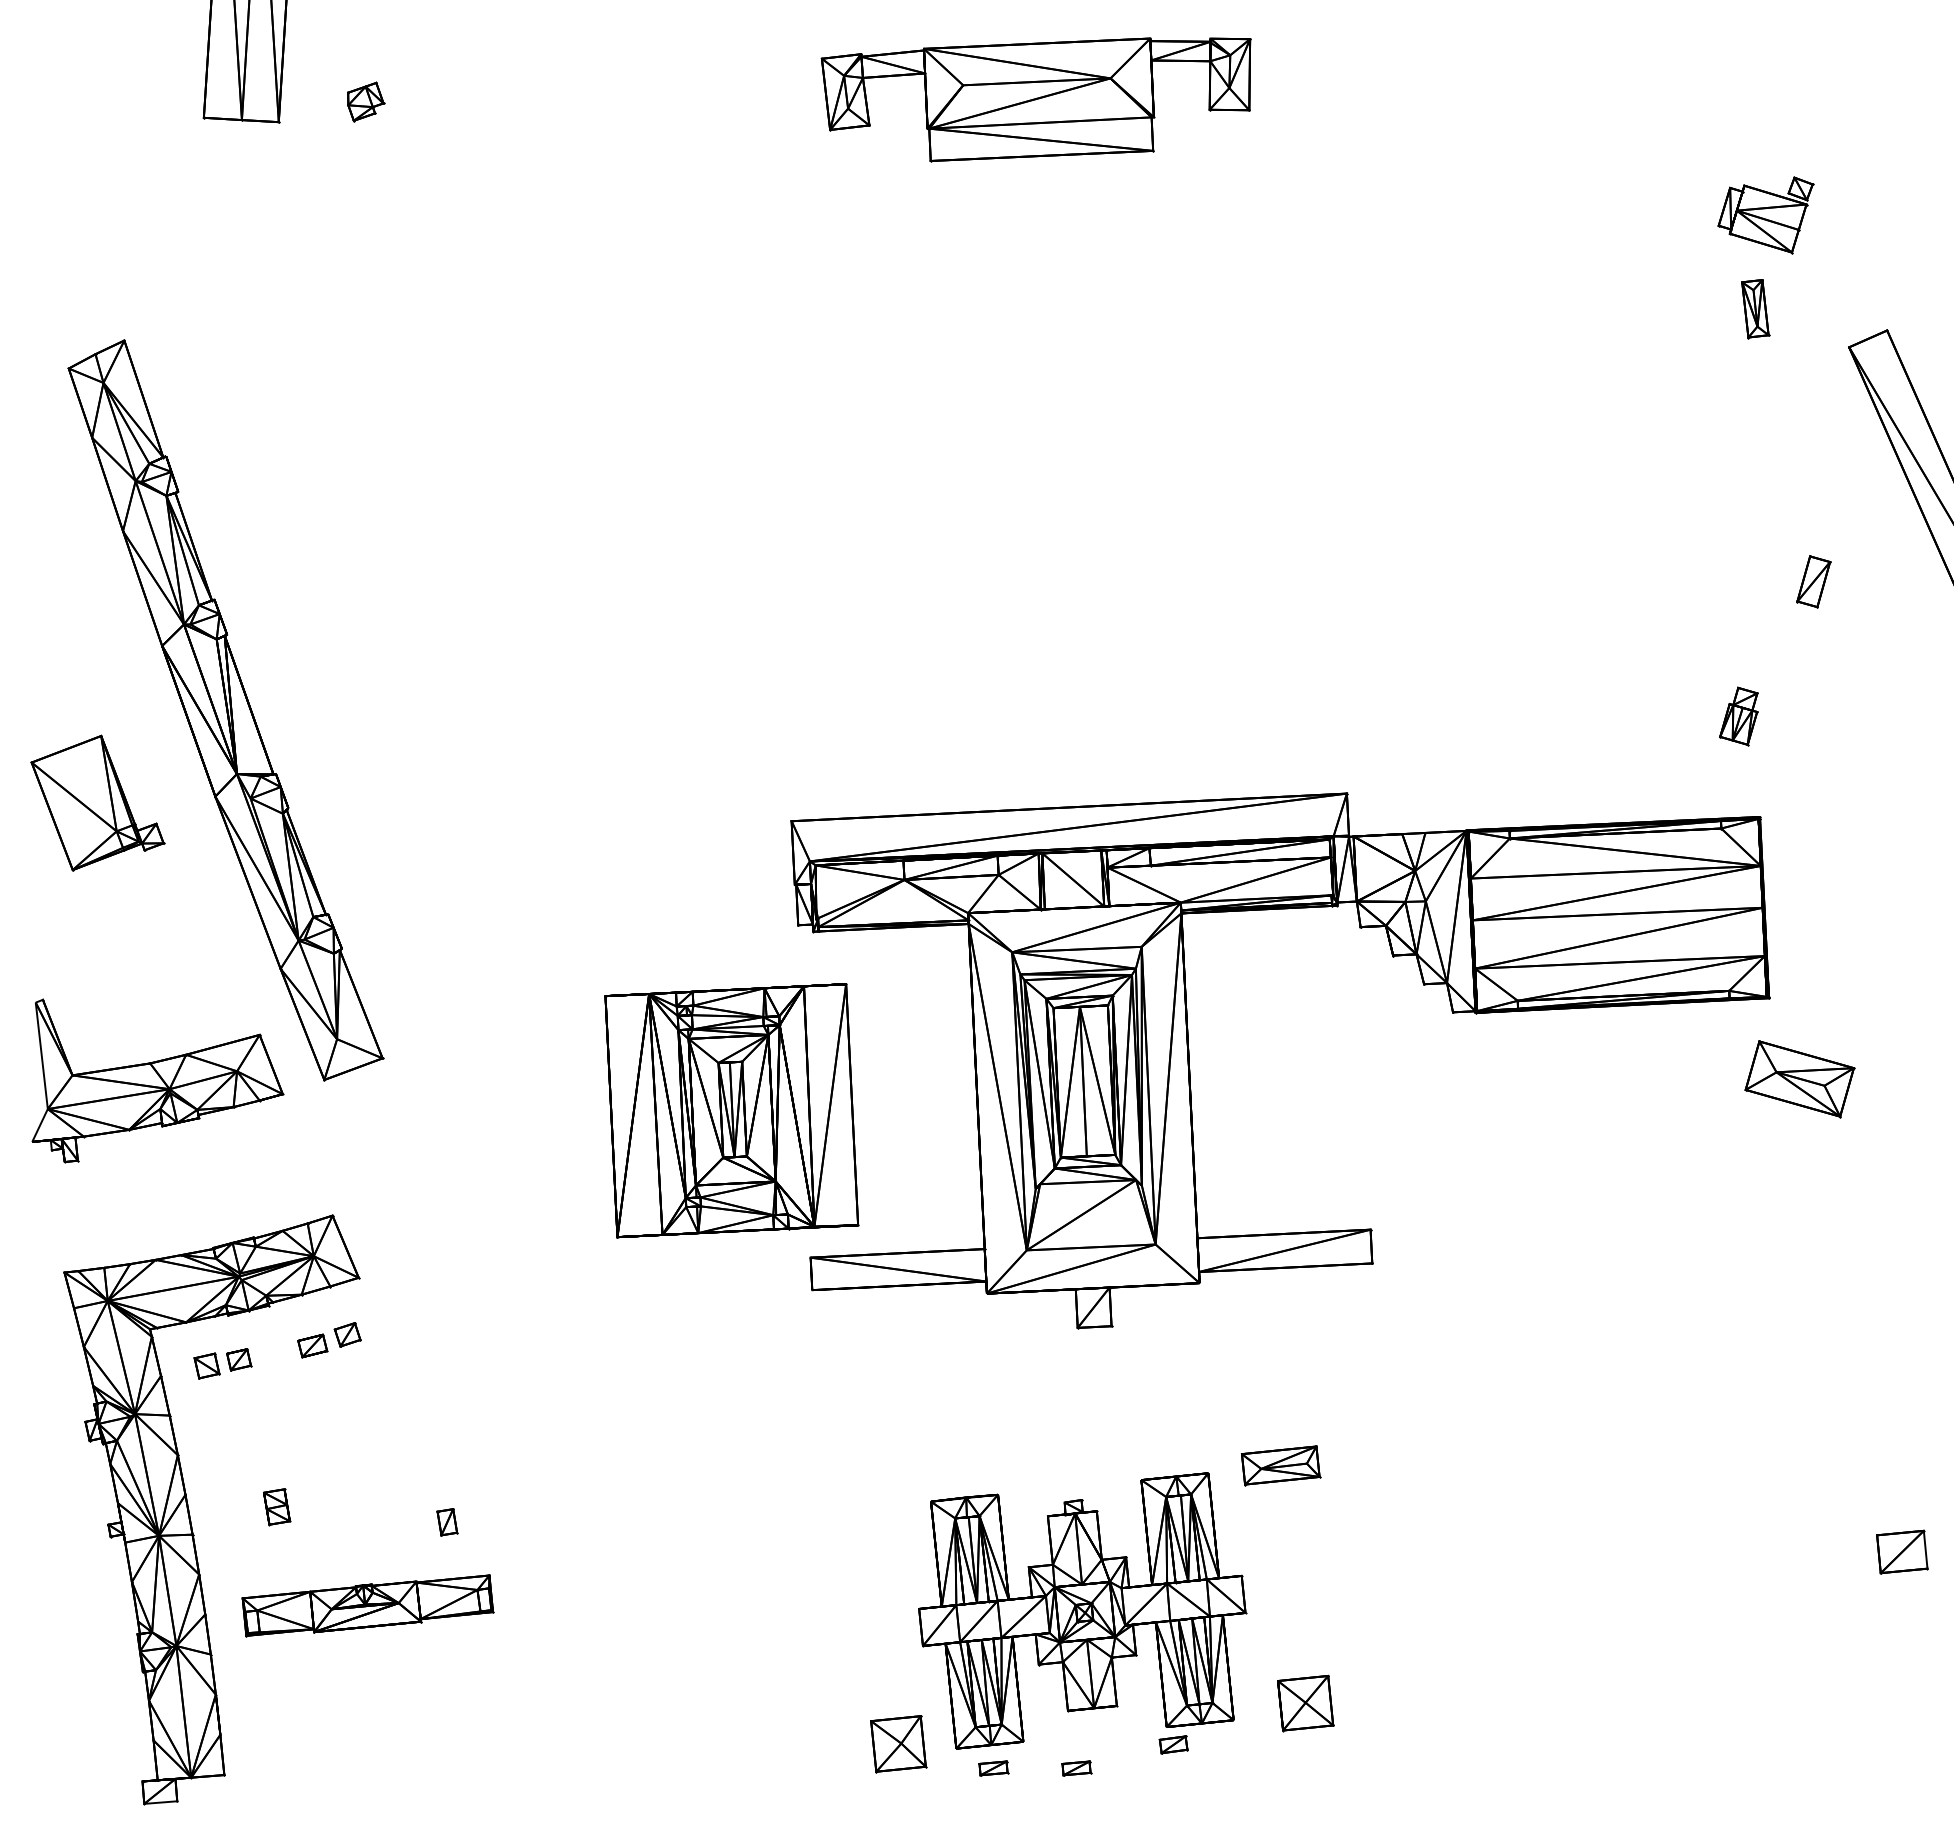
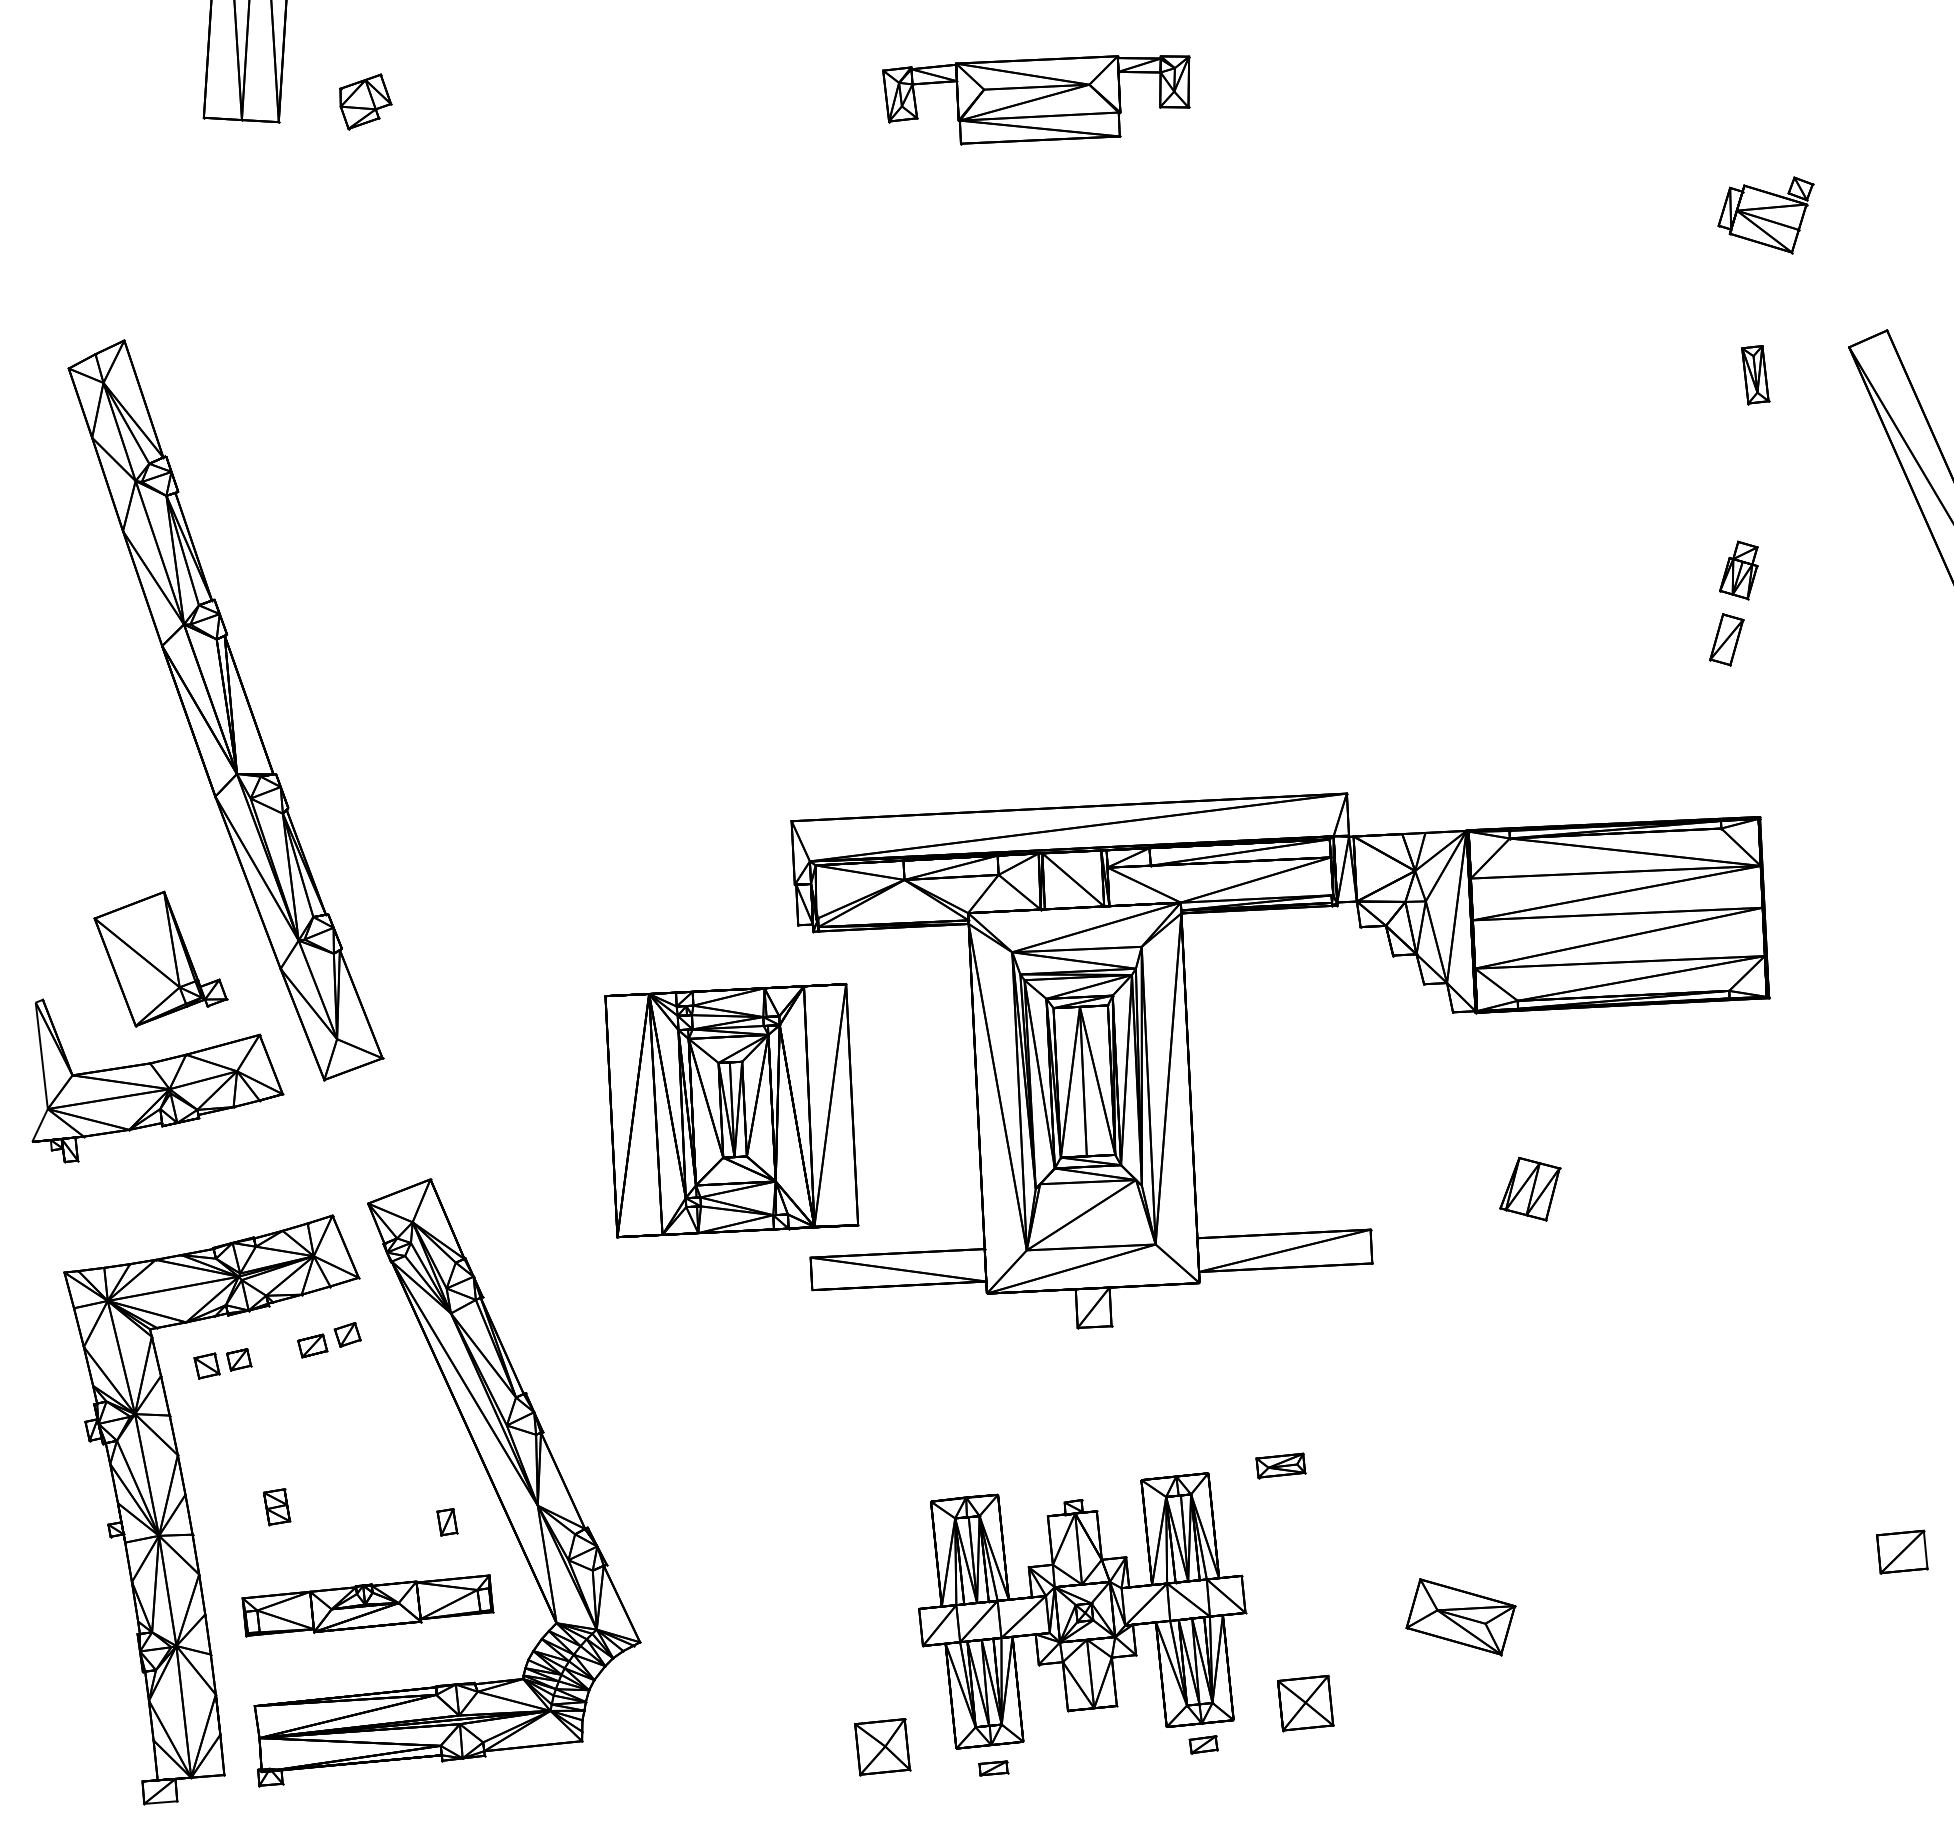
part at (1035, 99) size: 432x126 px -> 309x91 px
part at (366, 101) size: 39x42 px -> 54x58 px
part at (1755, 309) position: (1755, 309) -> (1755, 375)
part at (1813, 581) position: (1813, 581) -> (1726, 639)
part at (1738, 716) position: (1738, 716) -> (1738, 570)
part at (97, 802) position: (97, 802) -> (160, 958)
part at (1799, 1079) position: (1799, 1079) -> (1460, 1617)
part at (1530, 1188): none -> present
part at (1281, 1465) size: 81x42 px -> 52x28 px
part at (484, 1468): none -> present
part at (898, 1744) position: (898, 1744) -> (882, 1747)
part at (1173, 1744) position: (1173, 1744) -> (1203, 1744)
part at (1076, 1768): present -> none
